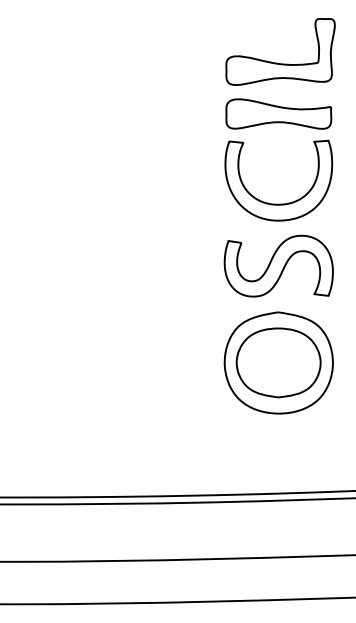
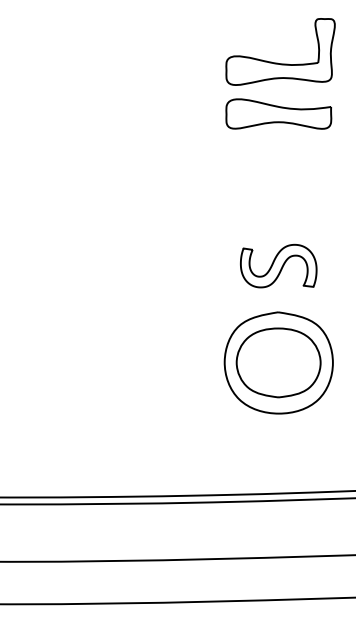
part at (278, 203): present -> none
part at (278, 265) size: 111x64 px -> 78x46 px
